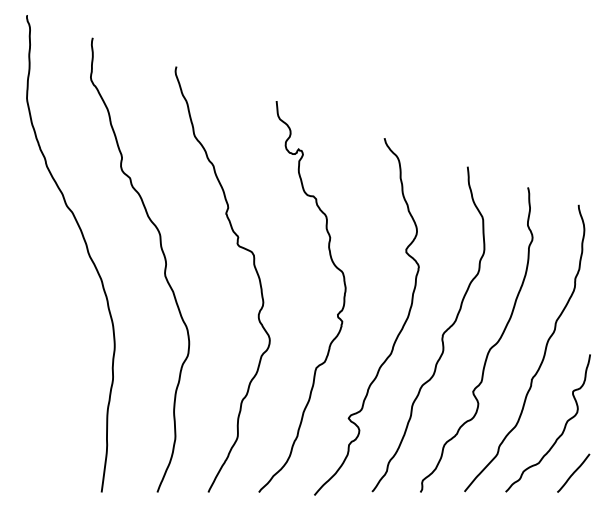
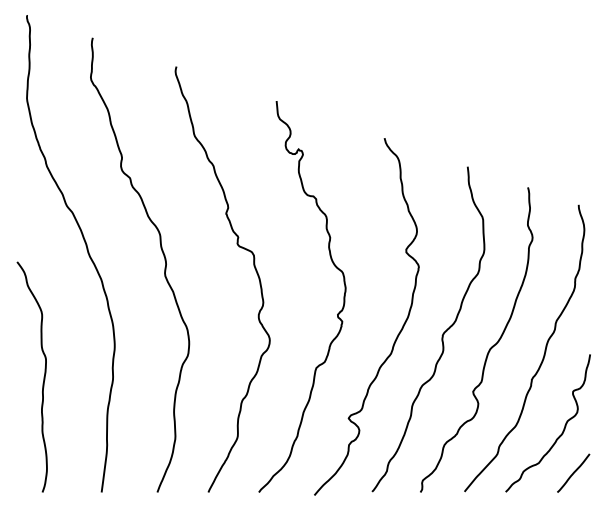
curve at (43, 376): none -> present
